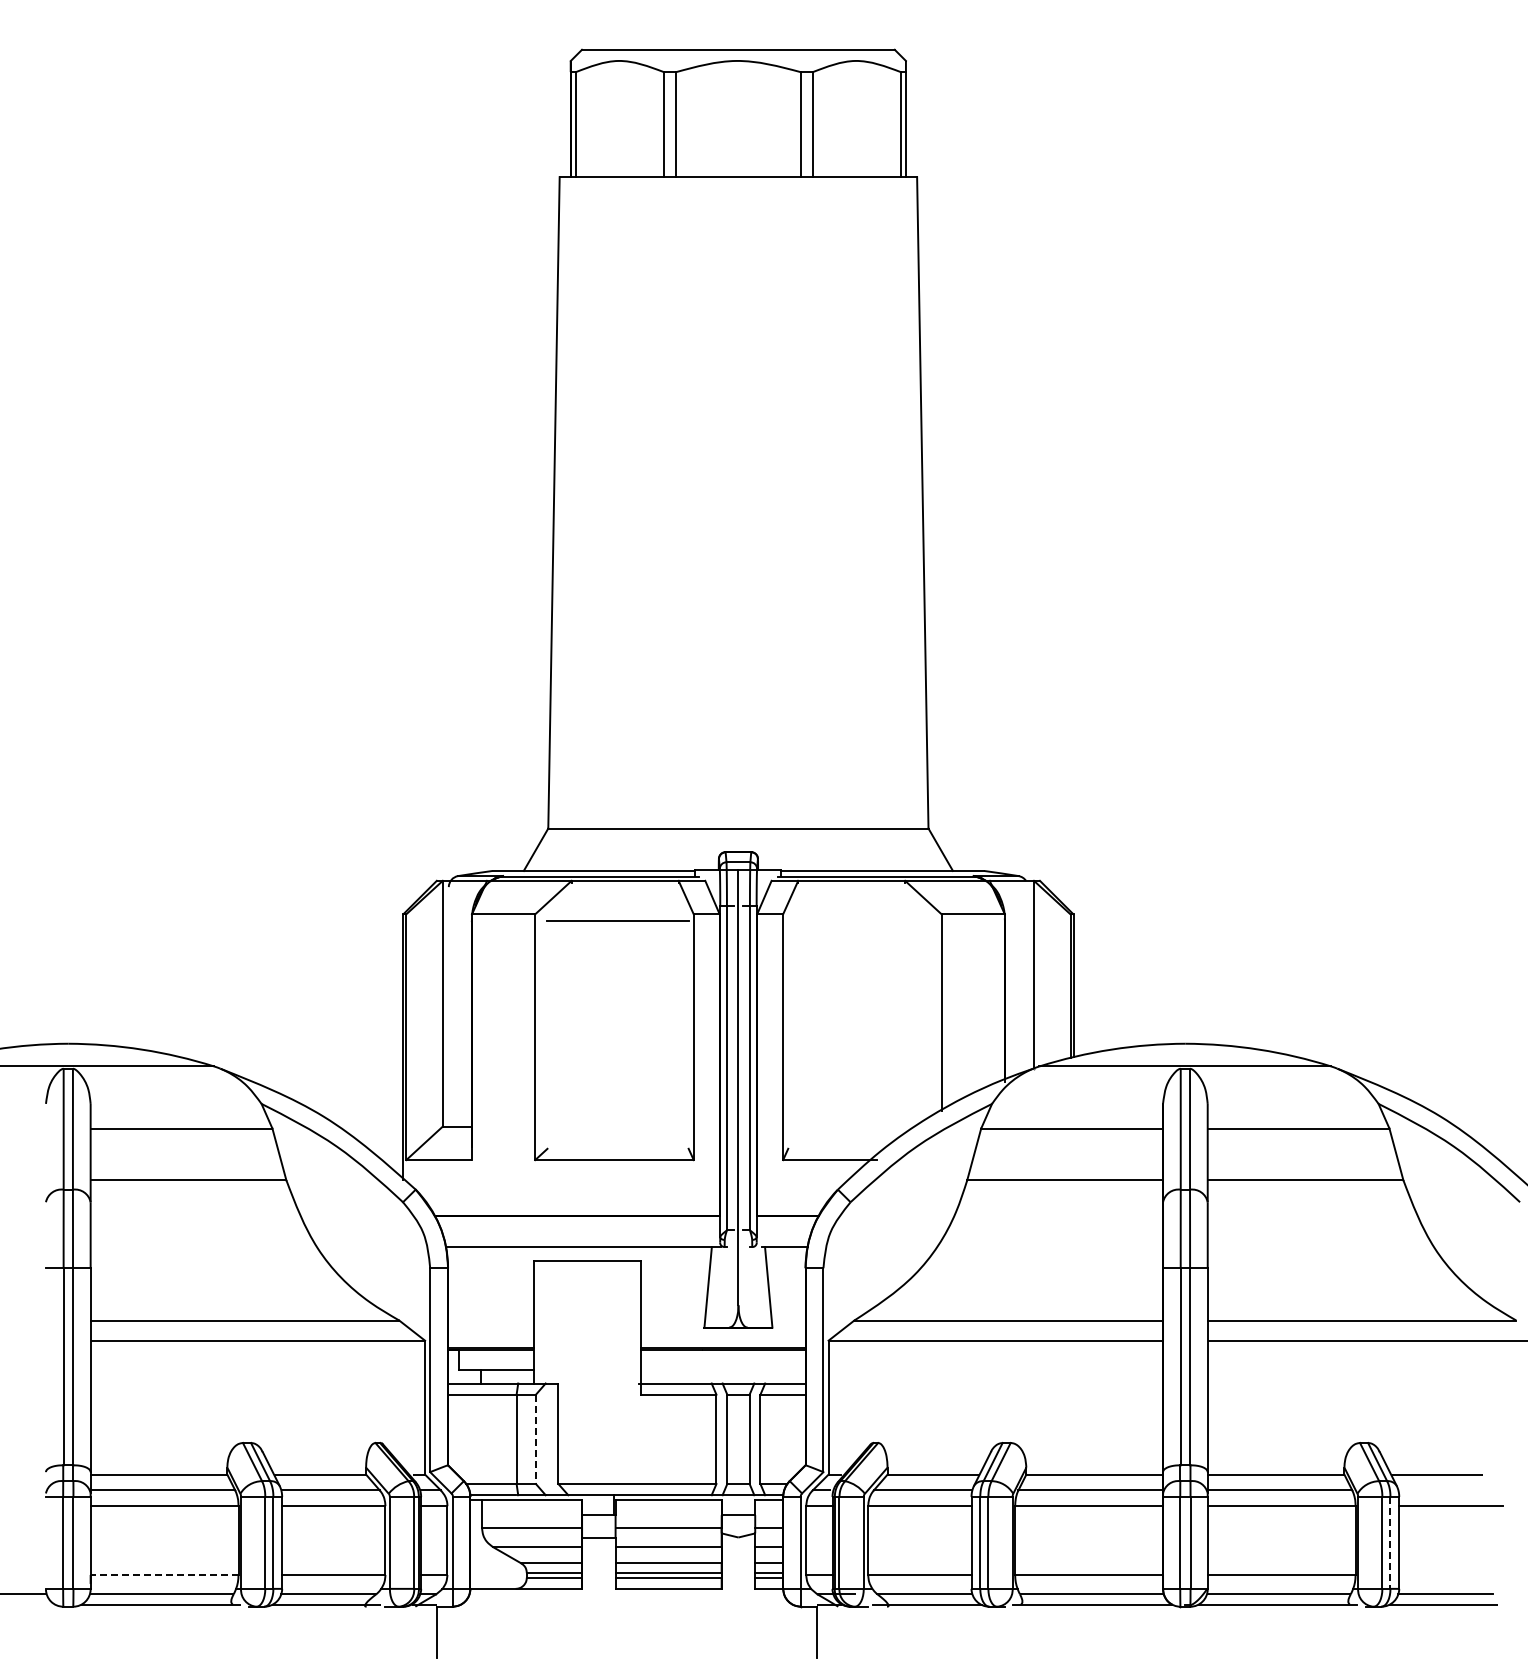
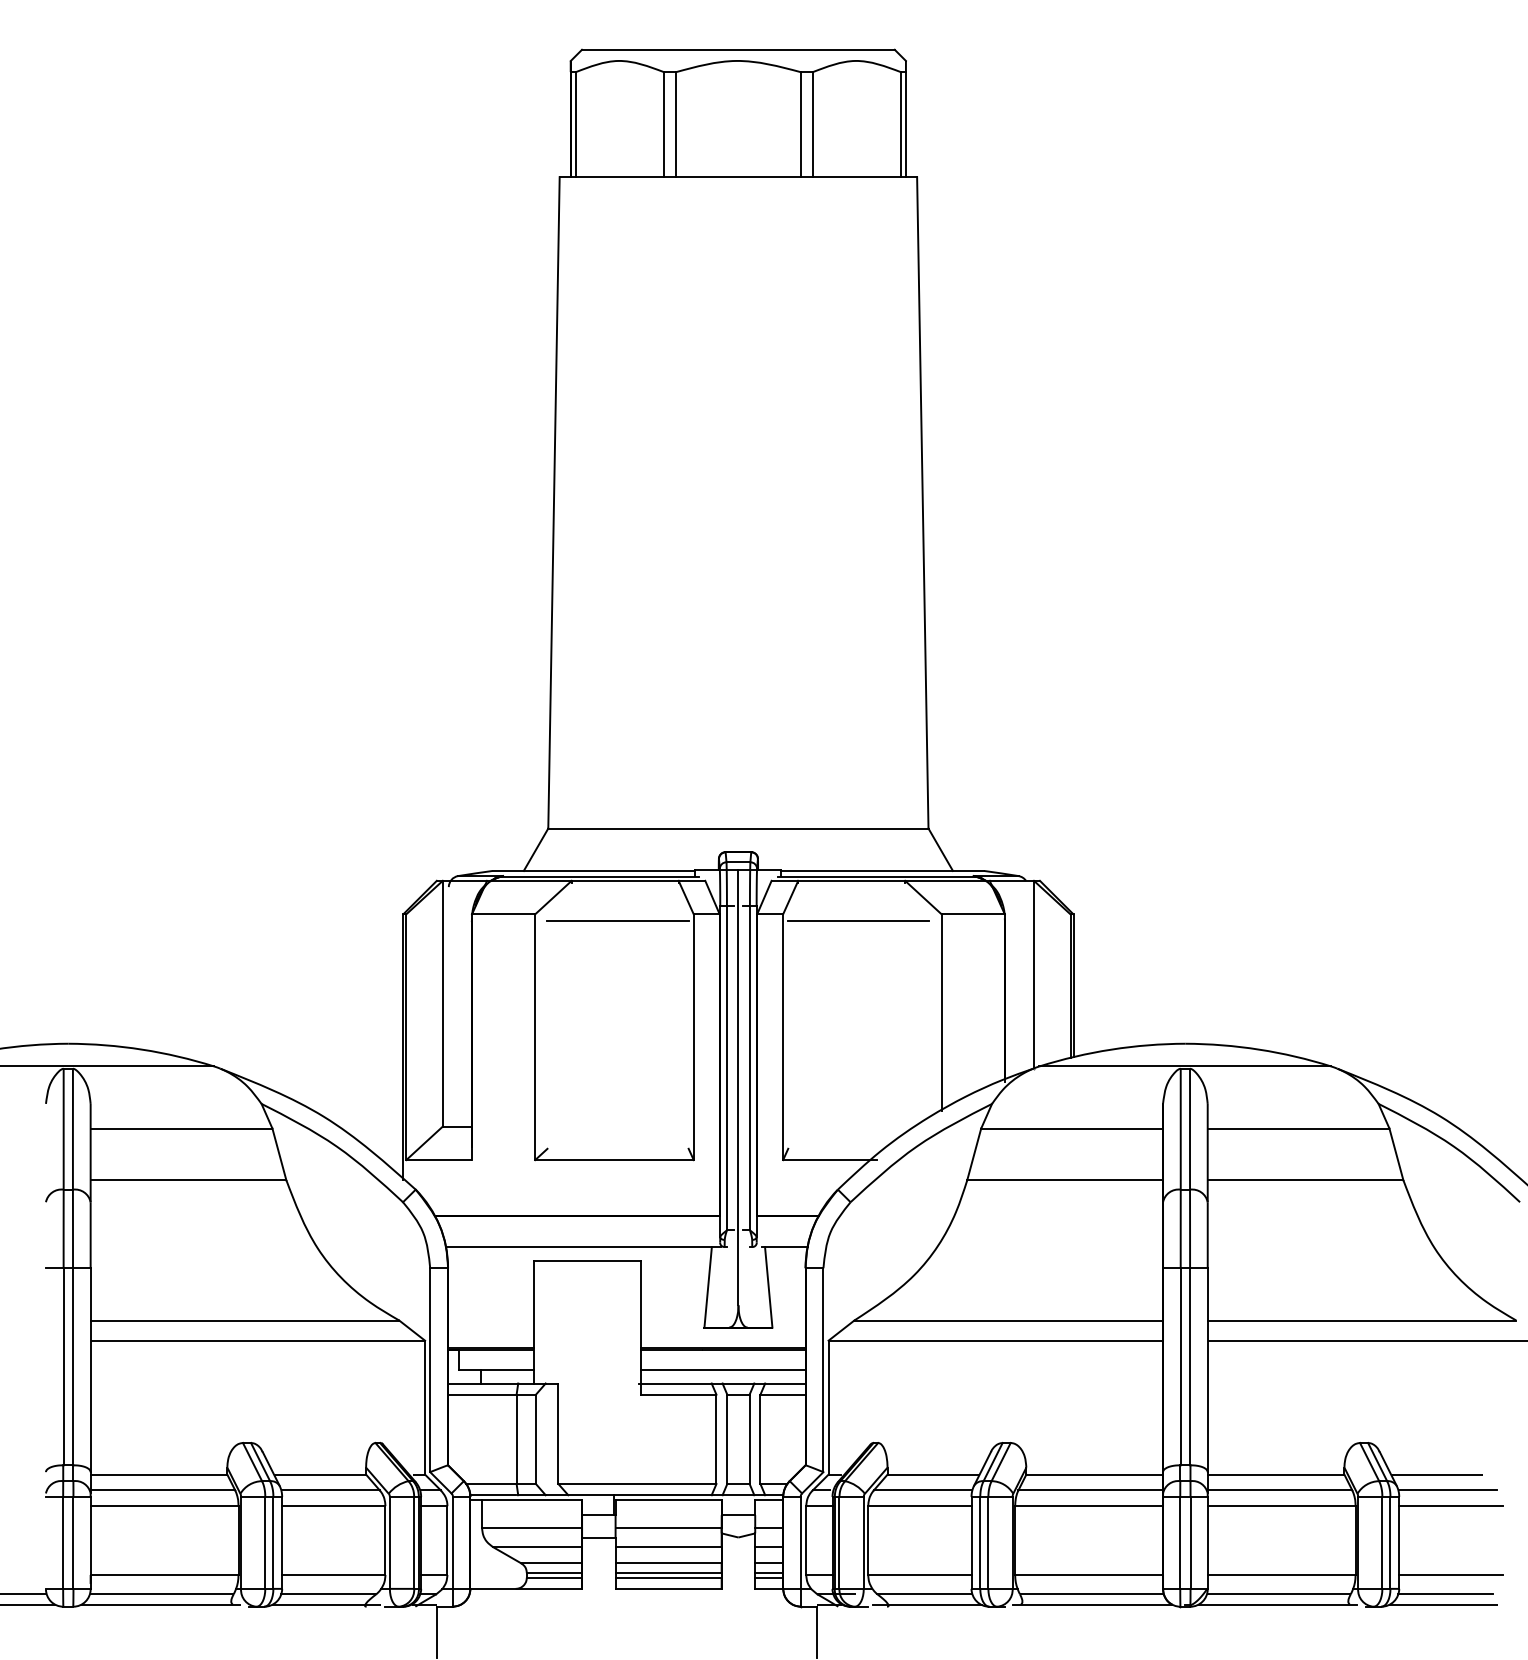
line at (858, 921): none -> present
line at (722, 1369): none -> present
line at (535, 1439): dashed -> solid
line at (1447, 1490): none -> present
line at (1390, 1542): dashed -> solid
line at (164, 1574): dashed -> solid
line at (1450, 1574): none -> present
line at (28, 1604): none -> present
